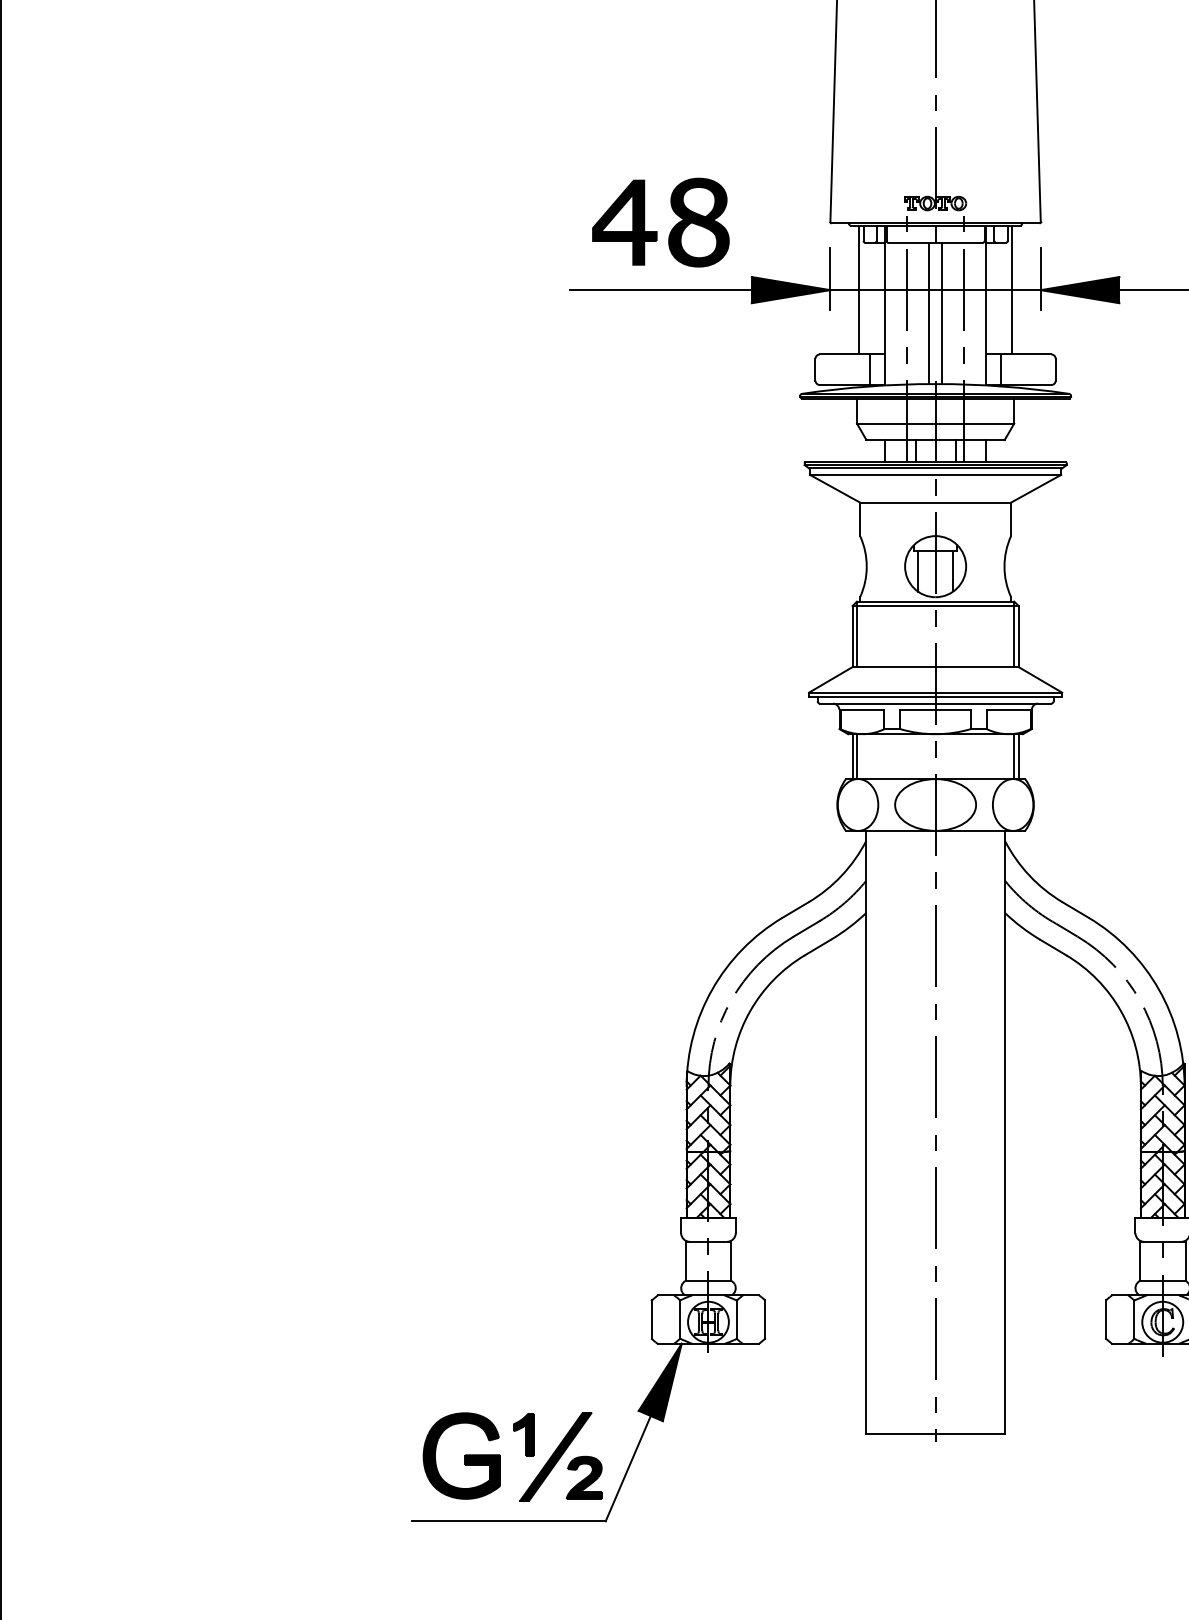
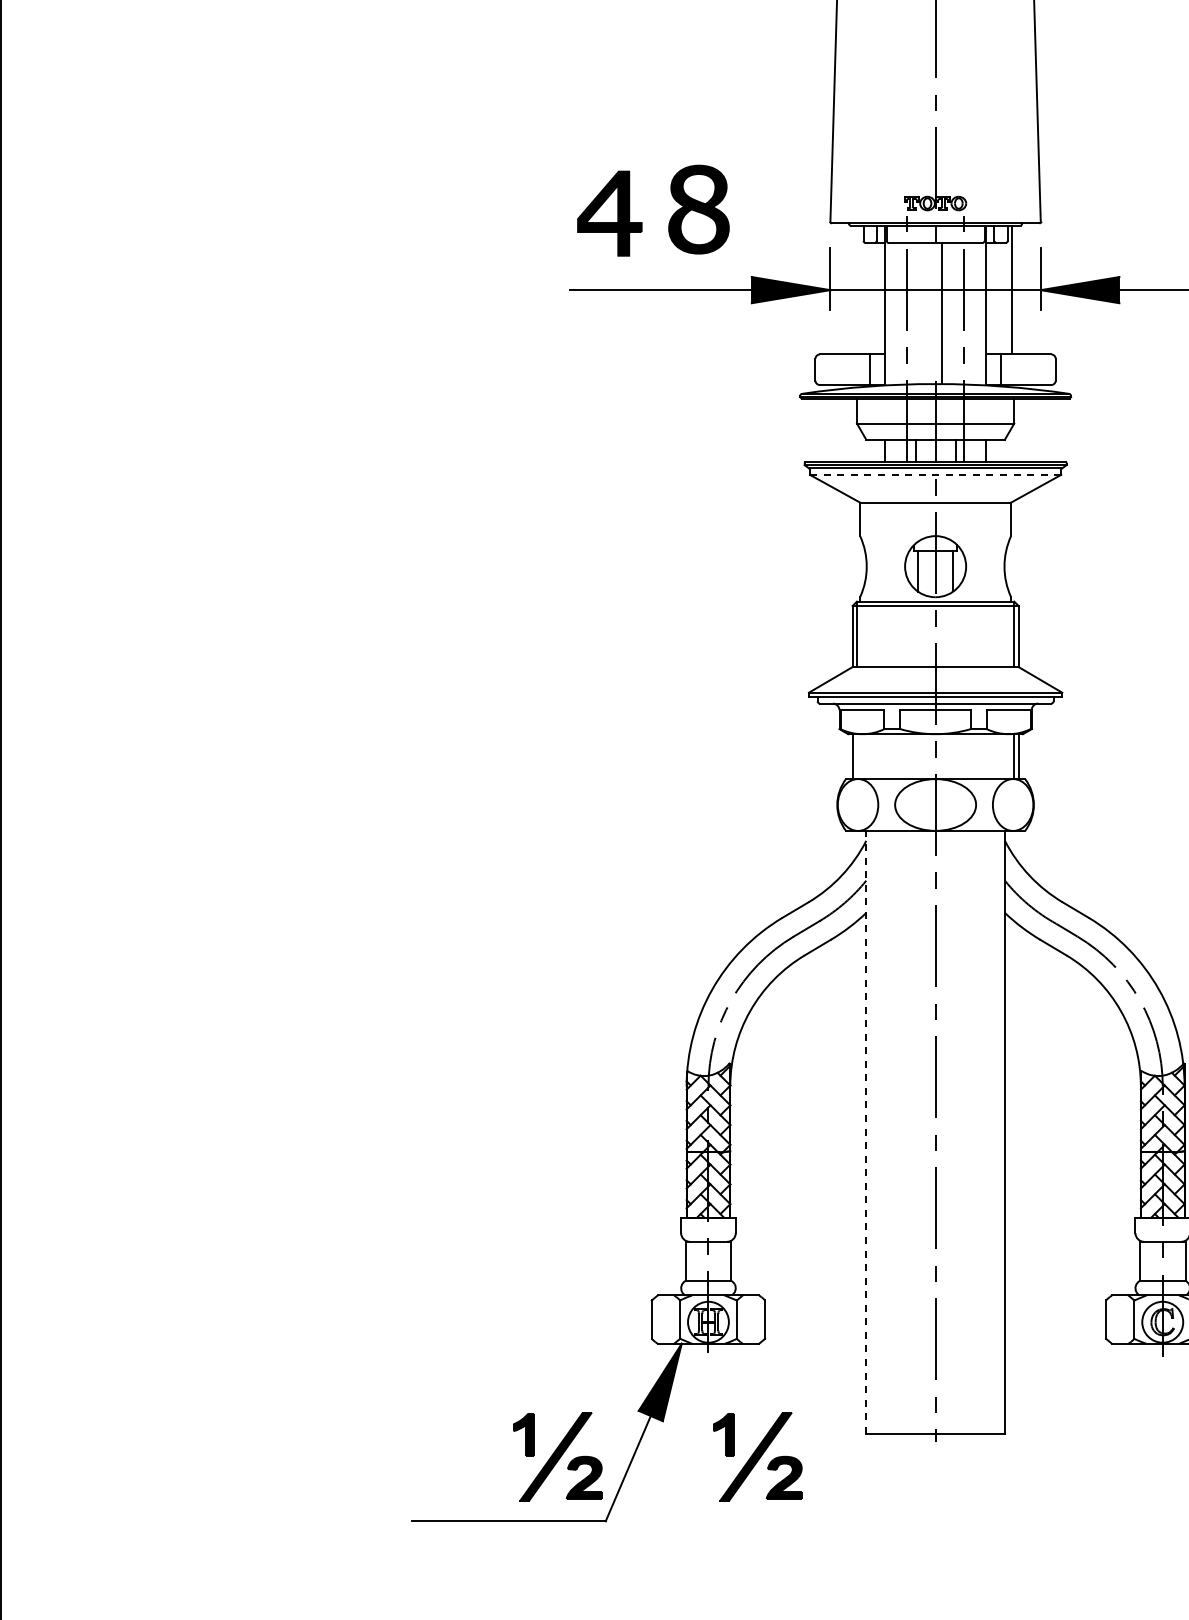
part at (624, 222) position: (624, 222) -> (609, 213)
part at (698, 222) position: (698, 222) -> (698, 209)
line at (859, 288): present -> none
line at (929, 313): present -> none
line at (935, 474): solid -> dashed
line at (857, 756): present -> none
line at (866, 1131): solid -> dashed
part at (461, 1455): present -> none
part at (757, 1456): none -> present
